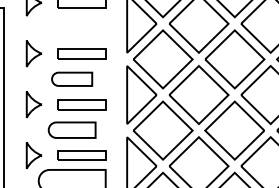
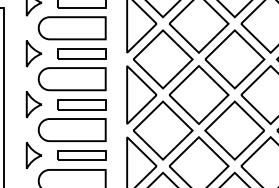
part at (71, 28): none -> present
part at (72, 78) size: 43x16 px -> 70x25 px
part at (71, 129) size: 50x18 px -> 70x25 px
